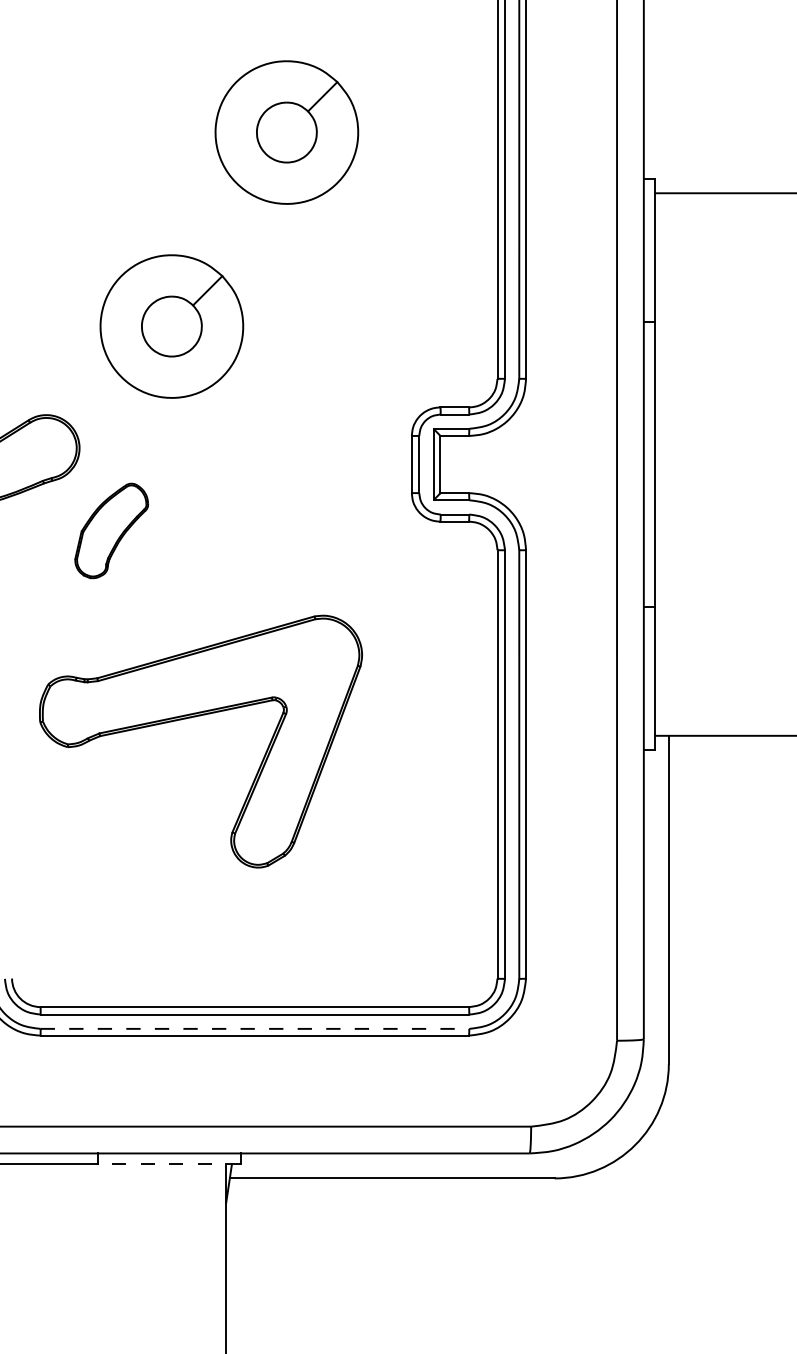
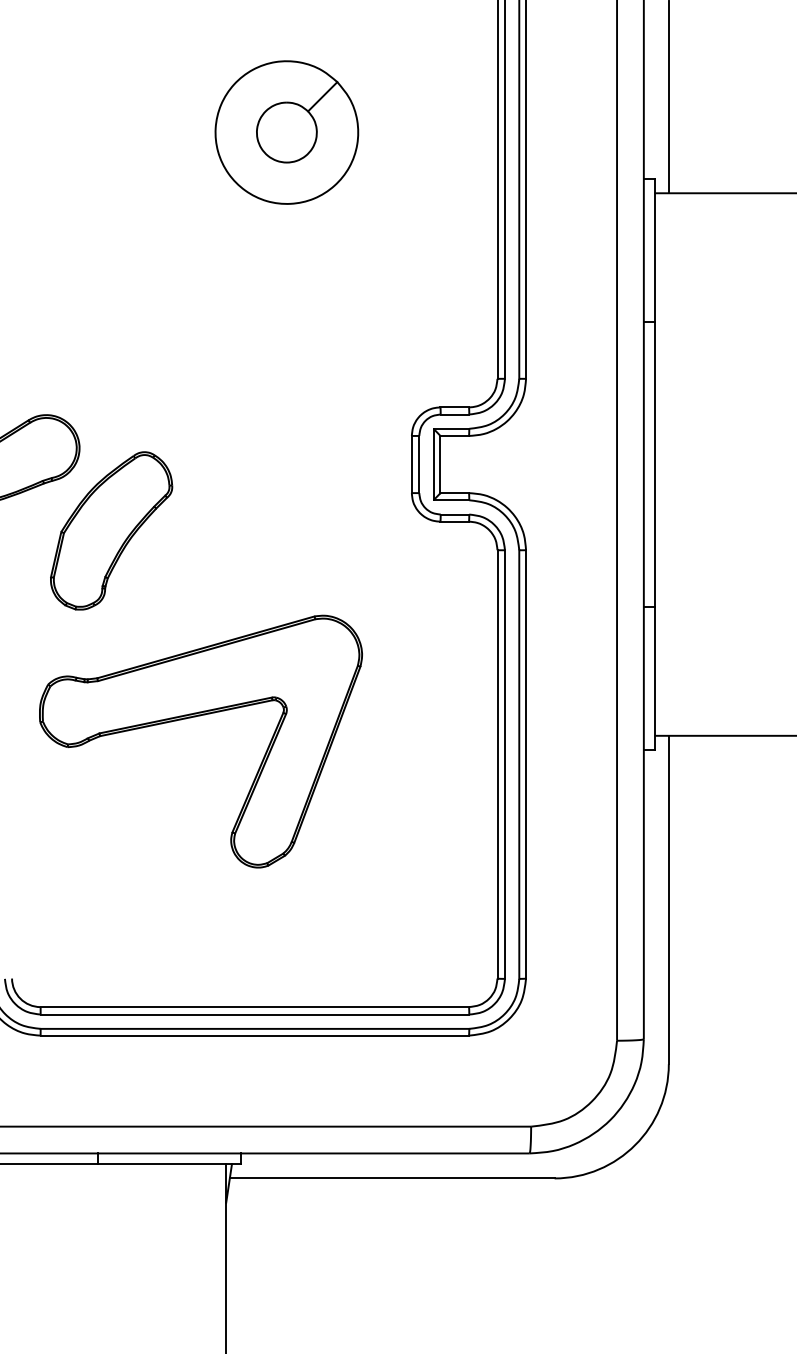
line at (668, 97): none -> present
part at (171, 326): present -> none
part at (111, 530) size: 76x98 px -> 124x160 px
line at (255, 1028): dashed -> solid
line at (168, 1164): dashed -> solid
